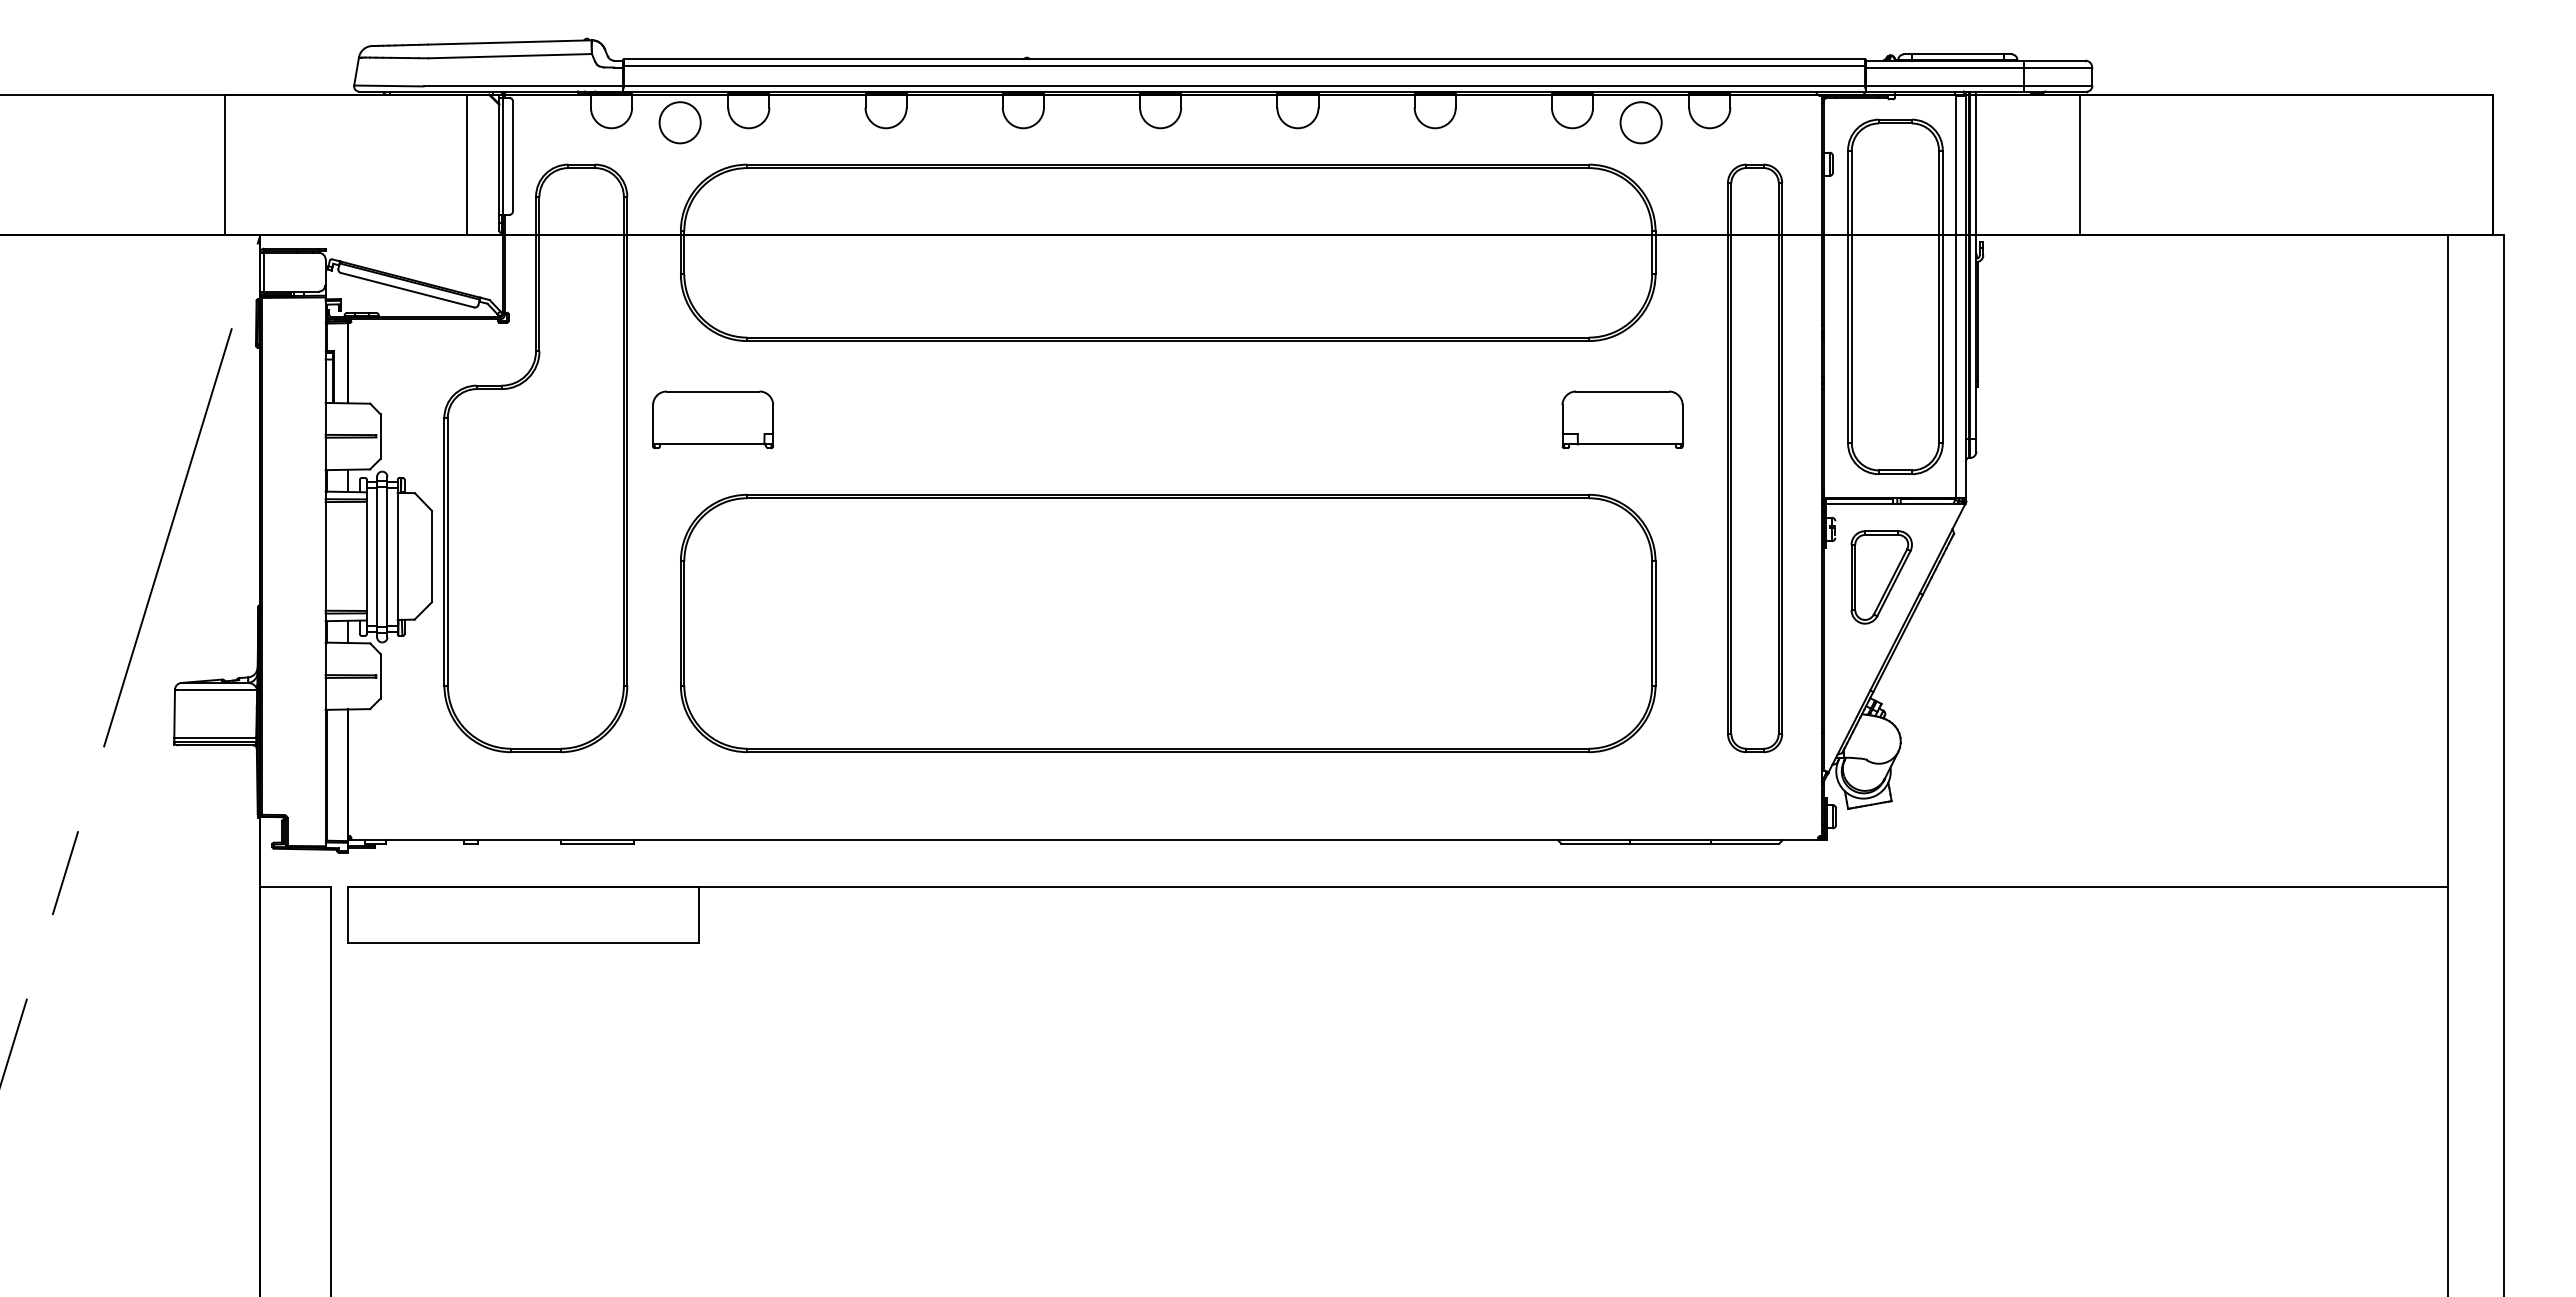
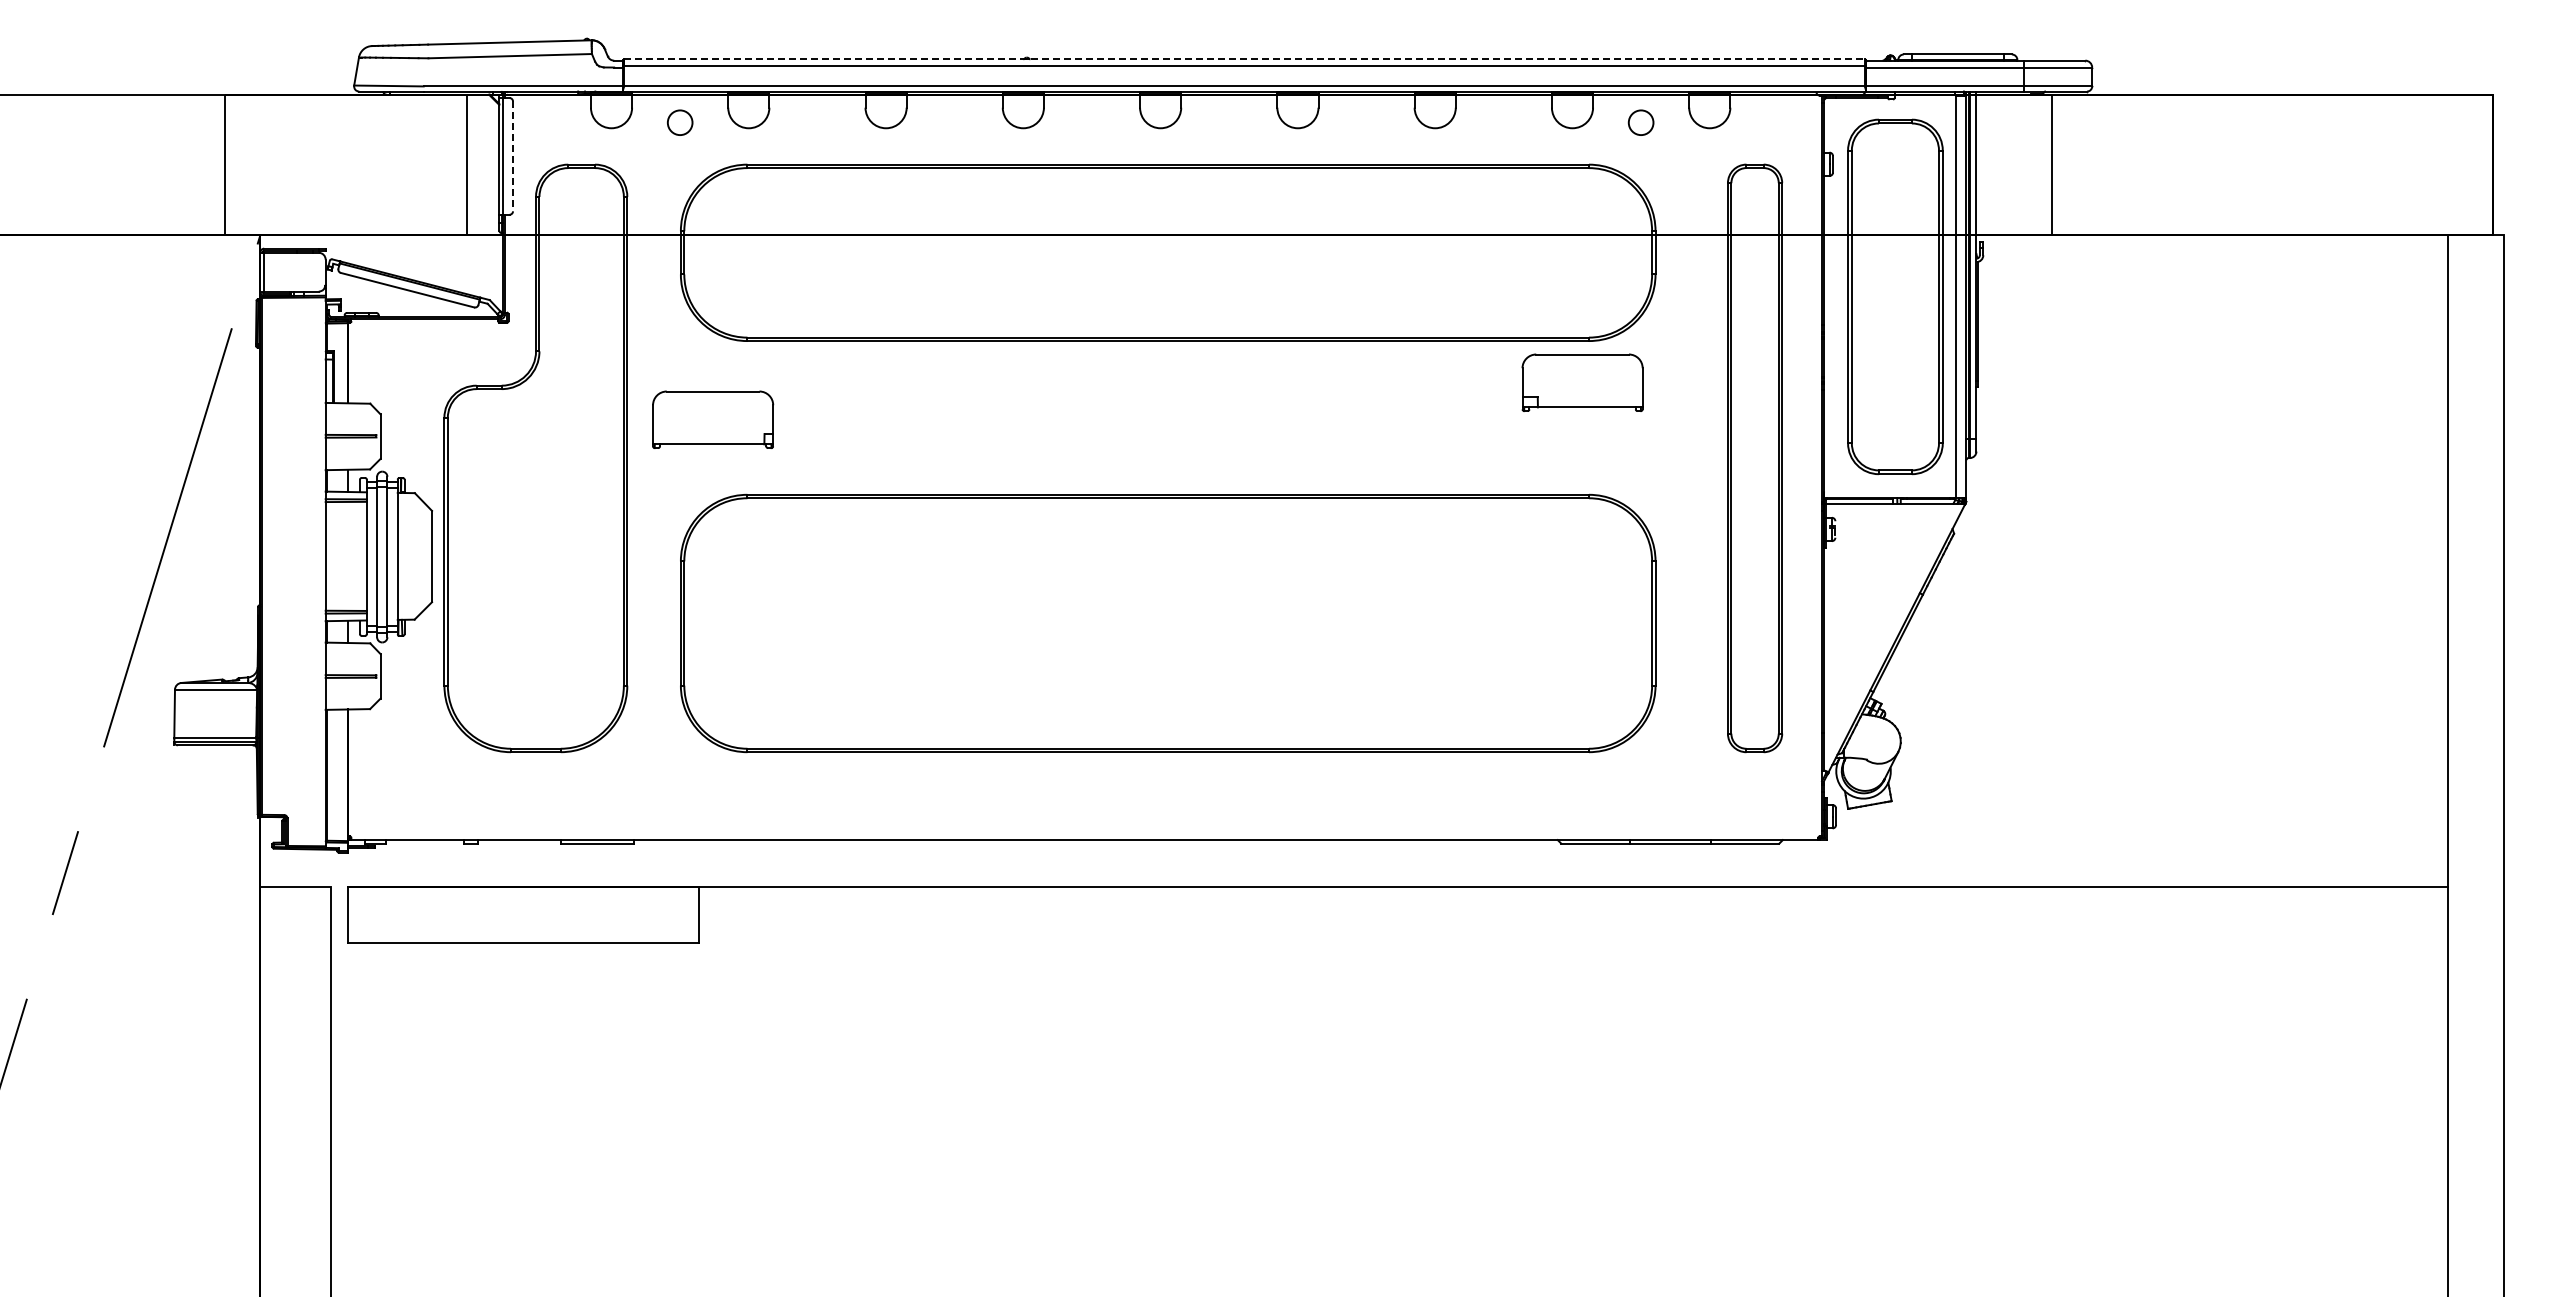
line at (1244, 59): solid -> dashed
circle at (679, 122) diameter: 41 px -> 25 px
circle at (1640, 122) diameter: 41 px -> 25 px
line at (513, 156): solid -> dashed
line at (2079, 164) position: (2079, 164) -> (2051, 164)
part at (1622, 419) position: (1622, 419) -> (1582, 382)
part at (1881, 577): present -> none
